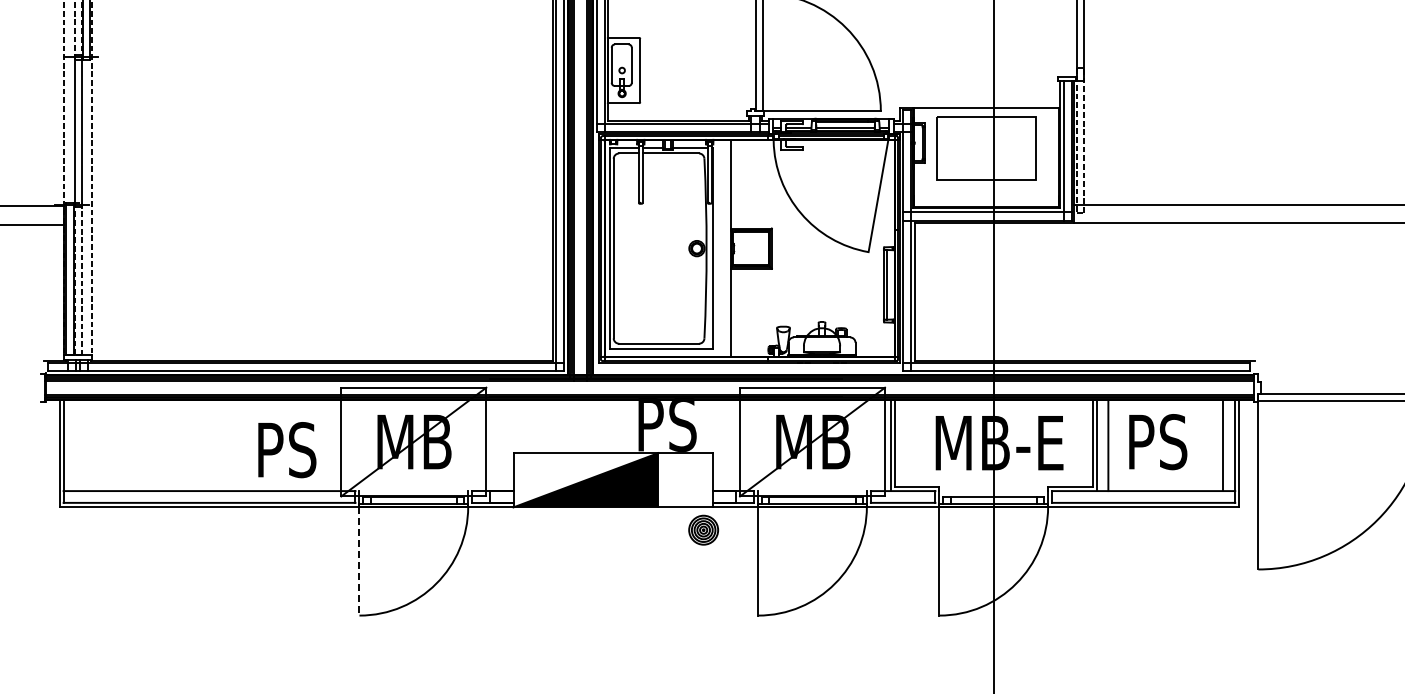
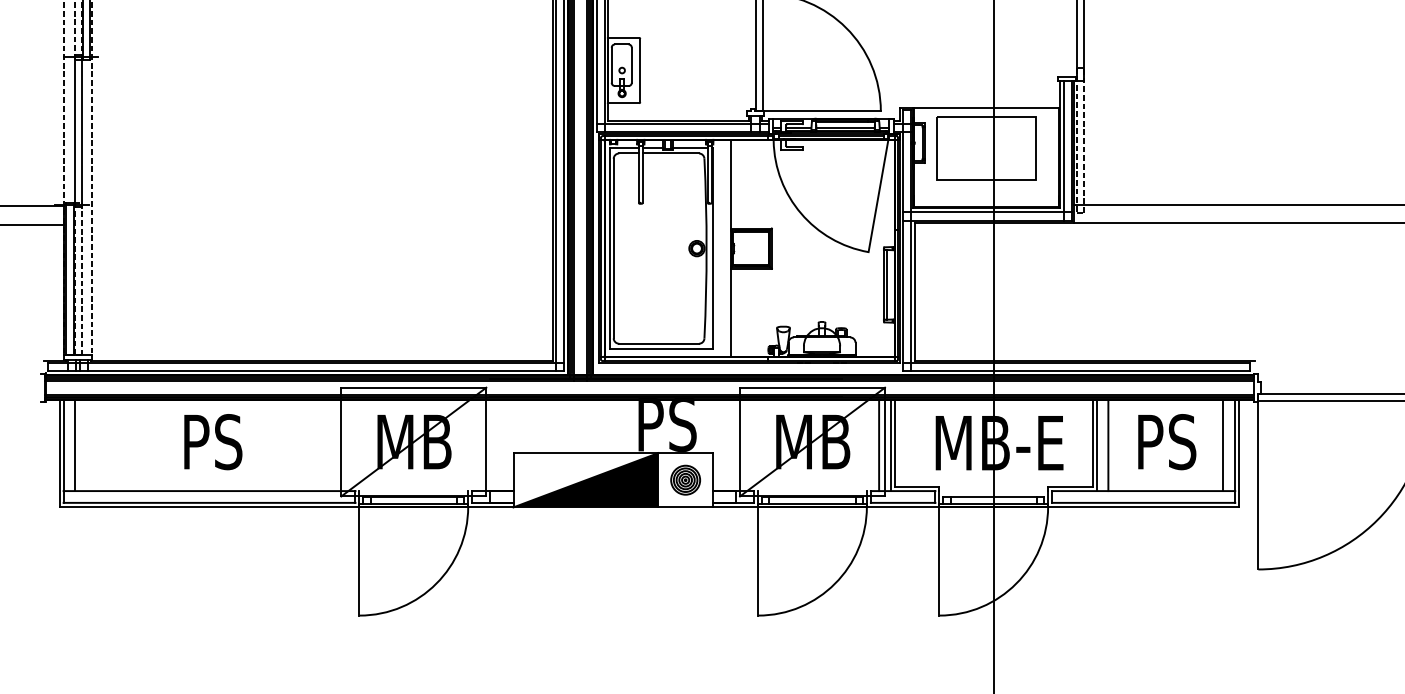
text at (1158, 442) position: (1158, 442) -> (1167, 442)
line at (75, 445): none -> present
line at (879, 445): none -> present
text at (287, 450) position: (287, 450) -> (213, 442)
part at (703, 529) position: (703, 529) -> (685, 479)
line at (359, 561): dashed -> solid
